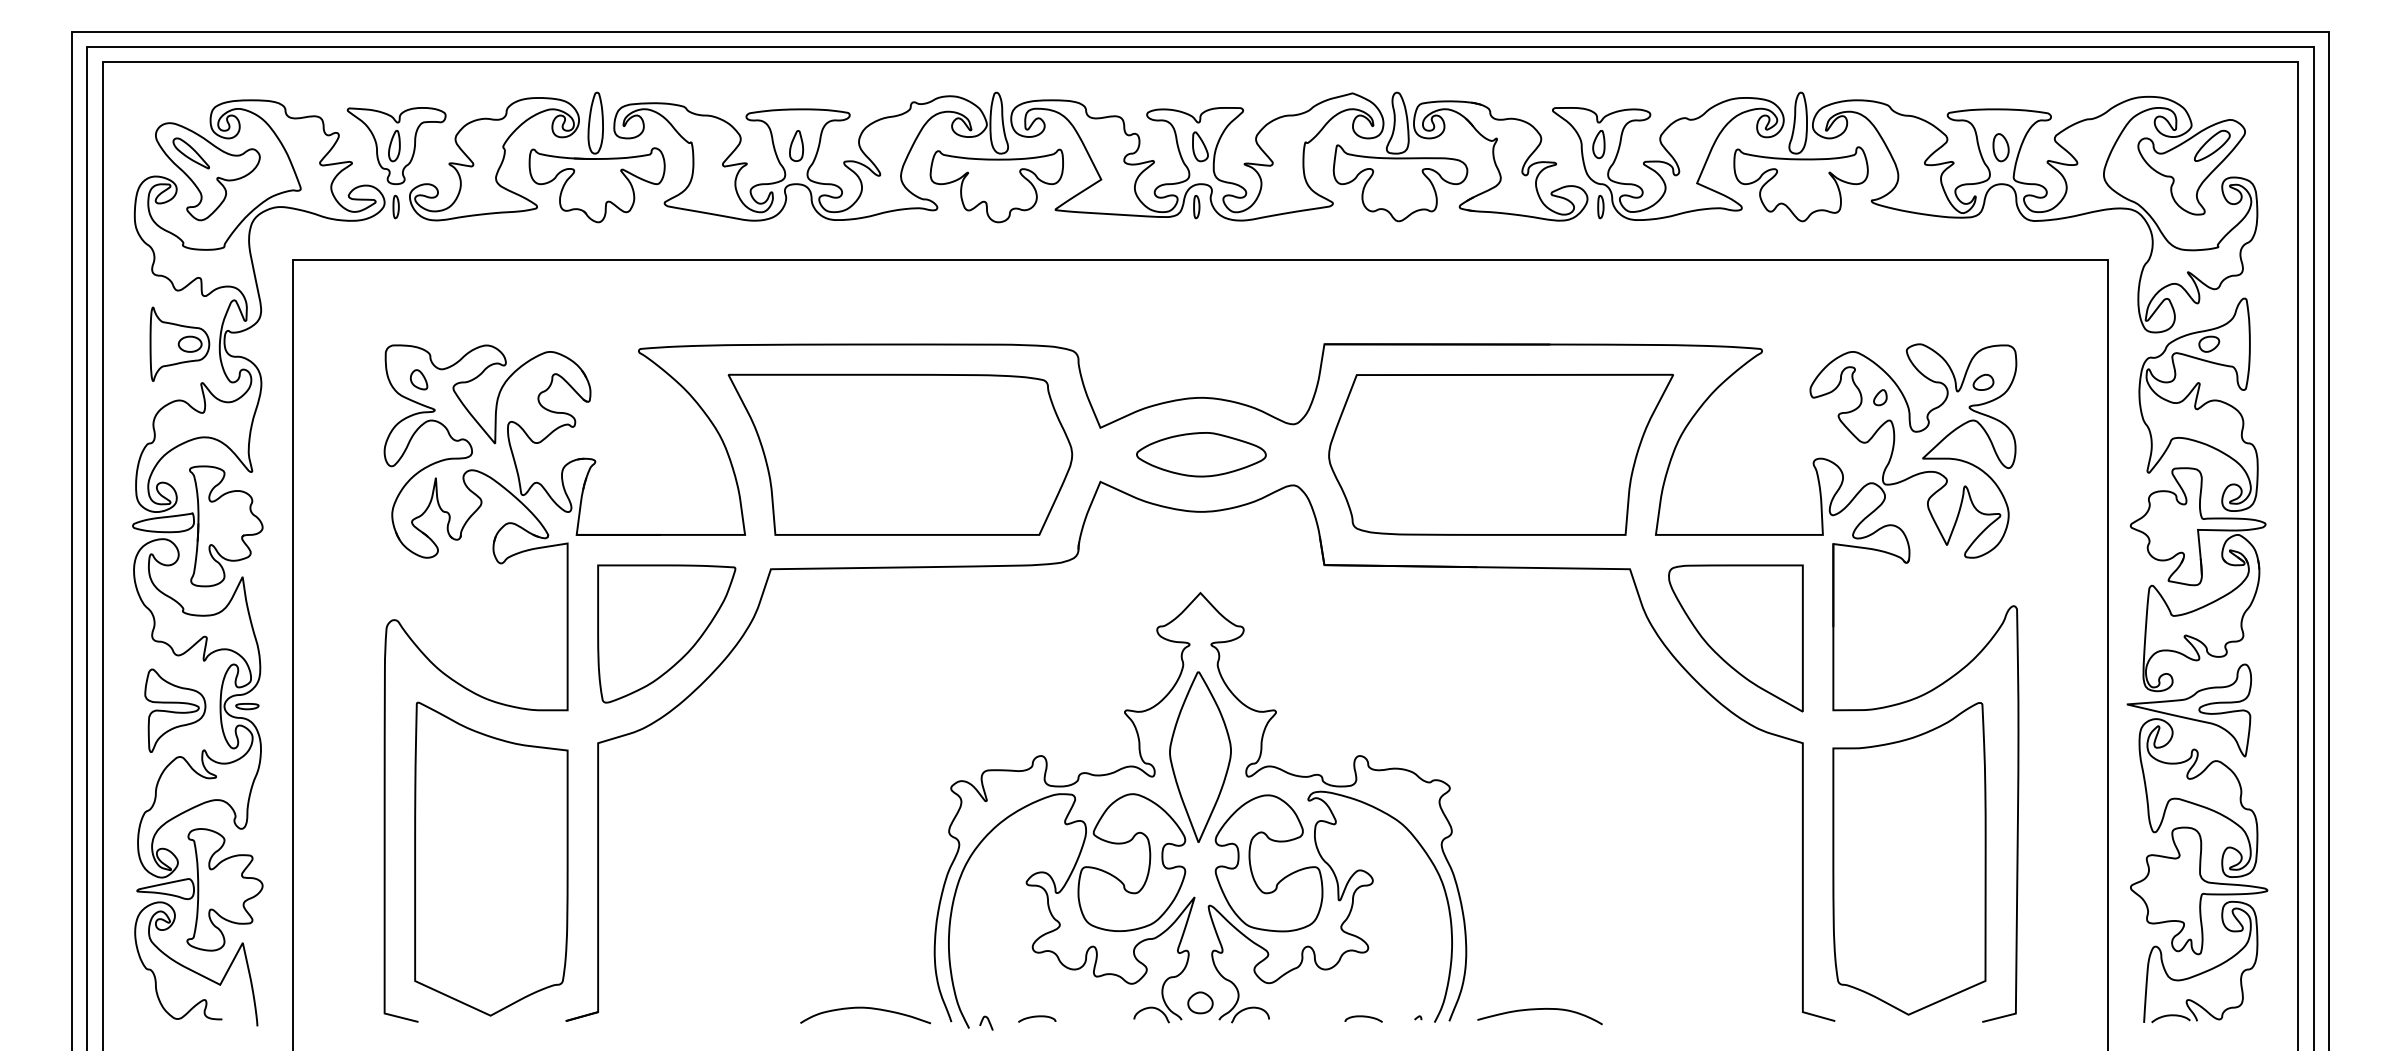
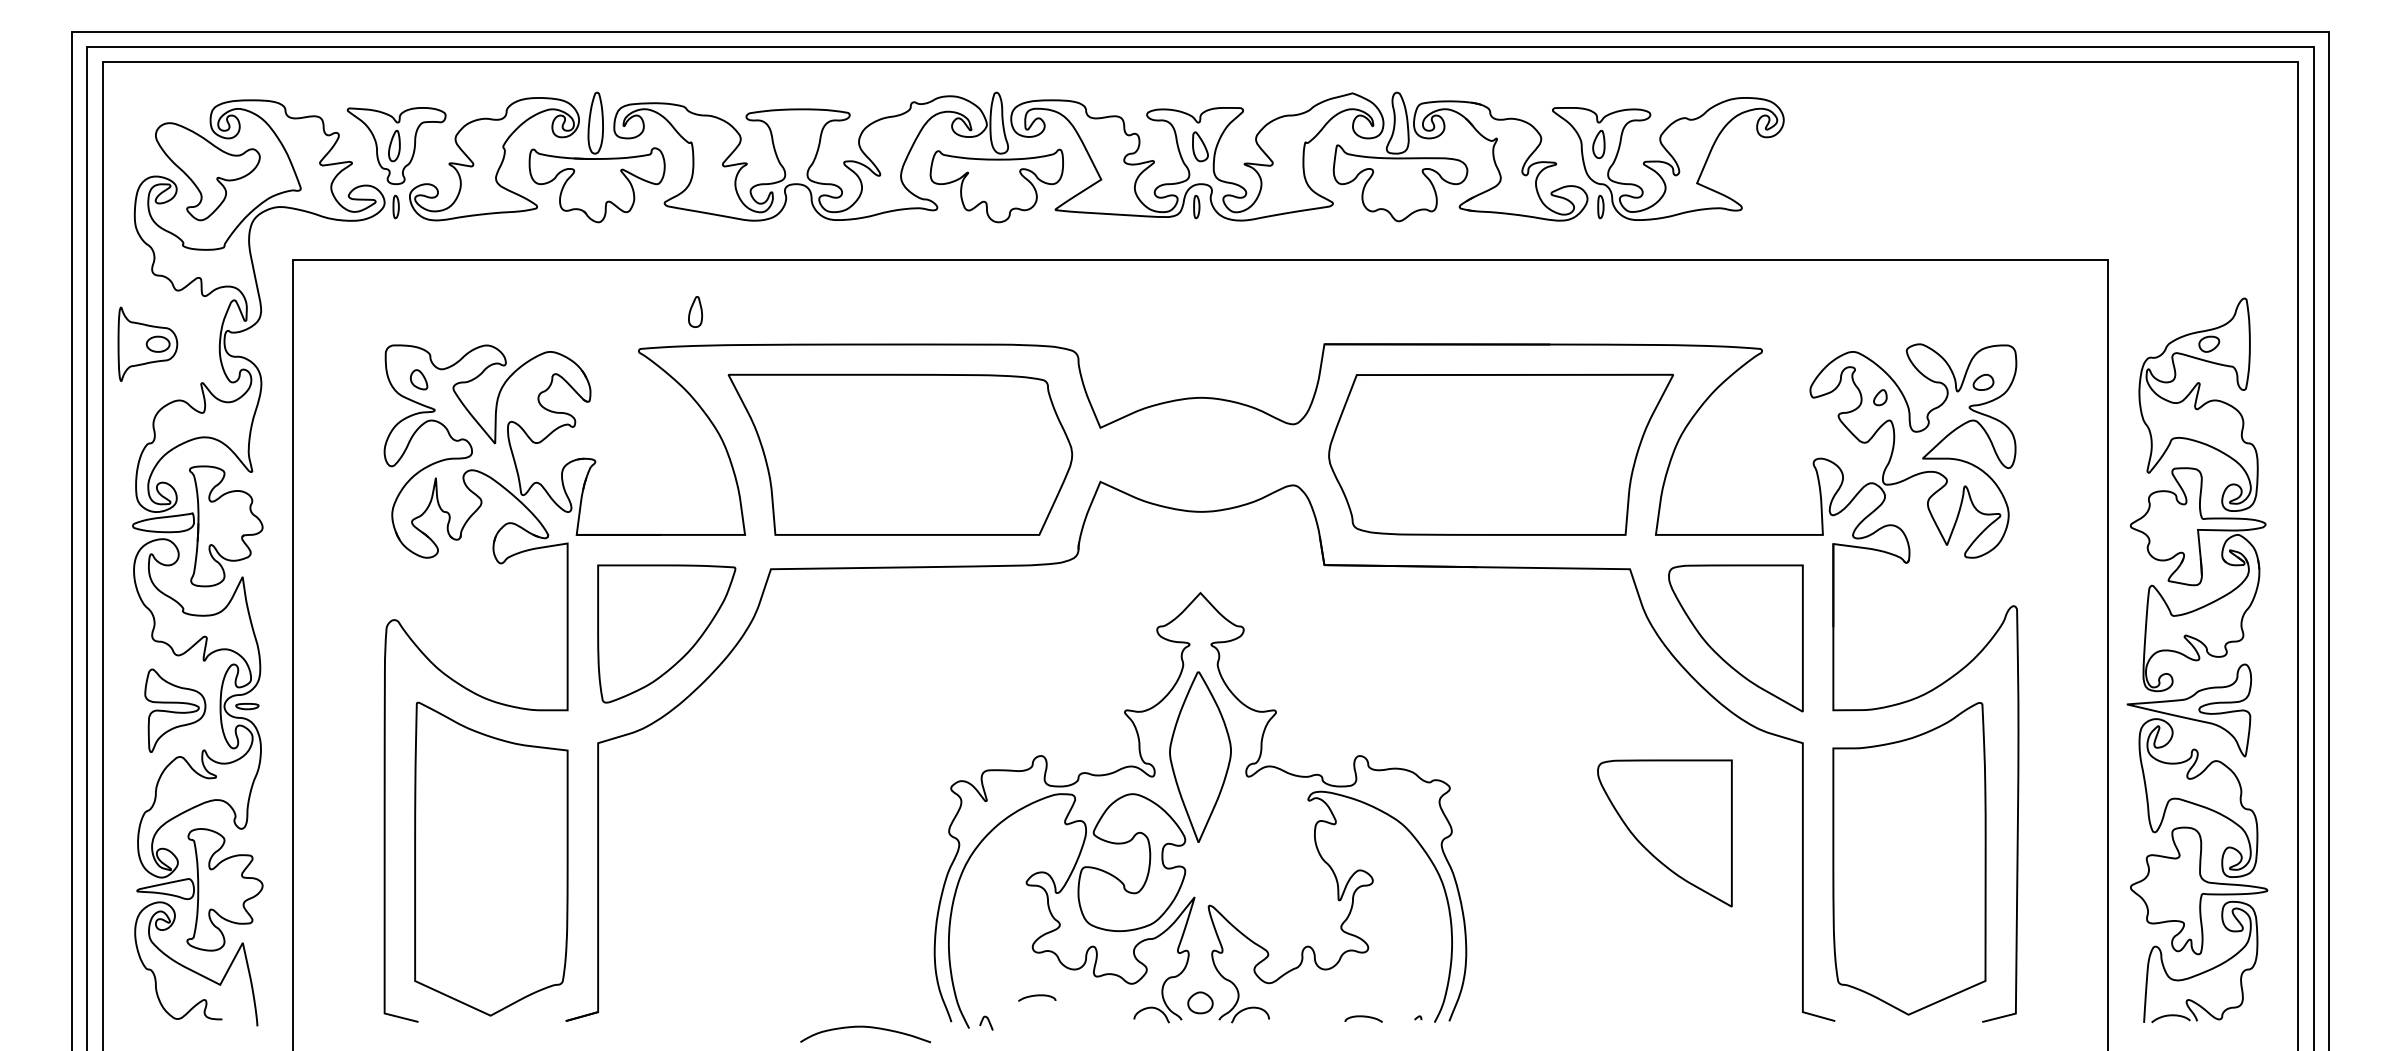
part at (796, 145) position: (796, 145) -> (695, 311)
part at (190, 153): present -> none
part at (1983, 209): present -> none
part at (179, 343) position: (179, 343) -> (147, 343)
part at (1201, 454): present -> none
part at (1664, 833): none -> present
part at (1251, 865): present -> none
curve at (865, 1008) position: (865, 1008) -> (865, 1027)
curve at (1539, 1009): present -> none
curve at (1037, 1017) position: (1037, 1017) -> (1037, 996)
